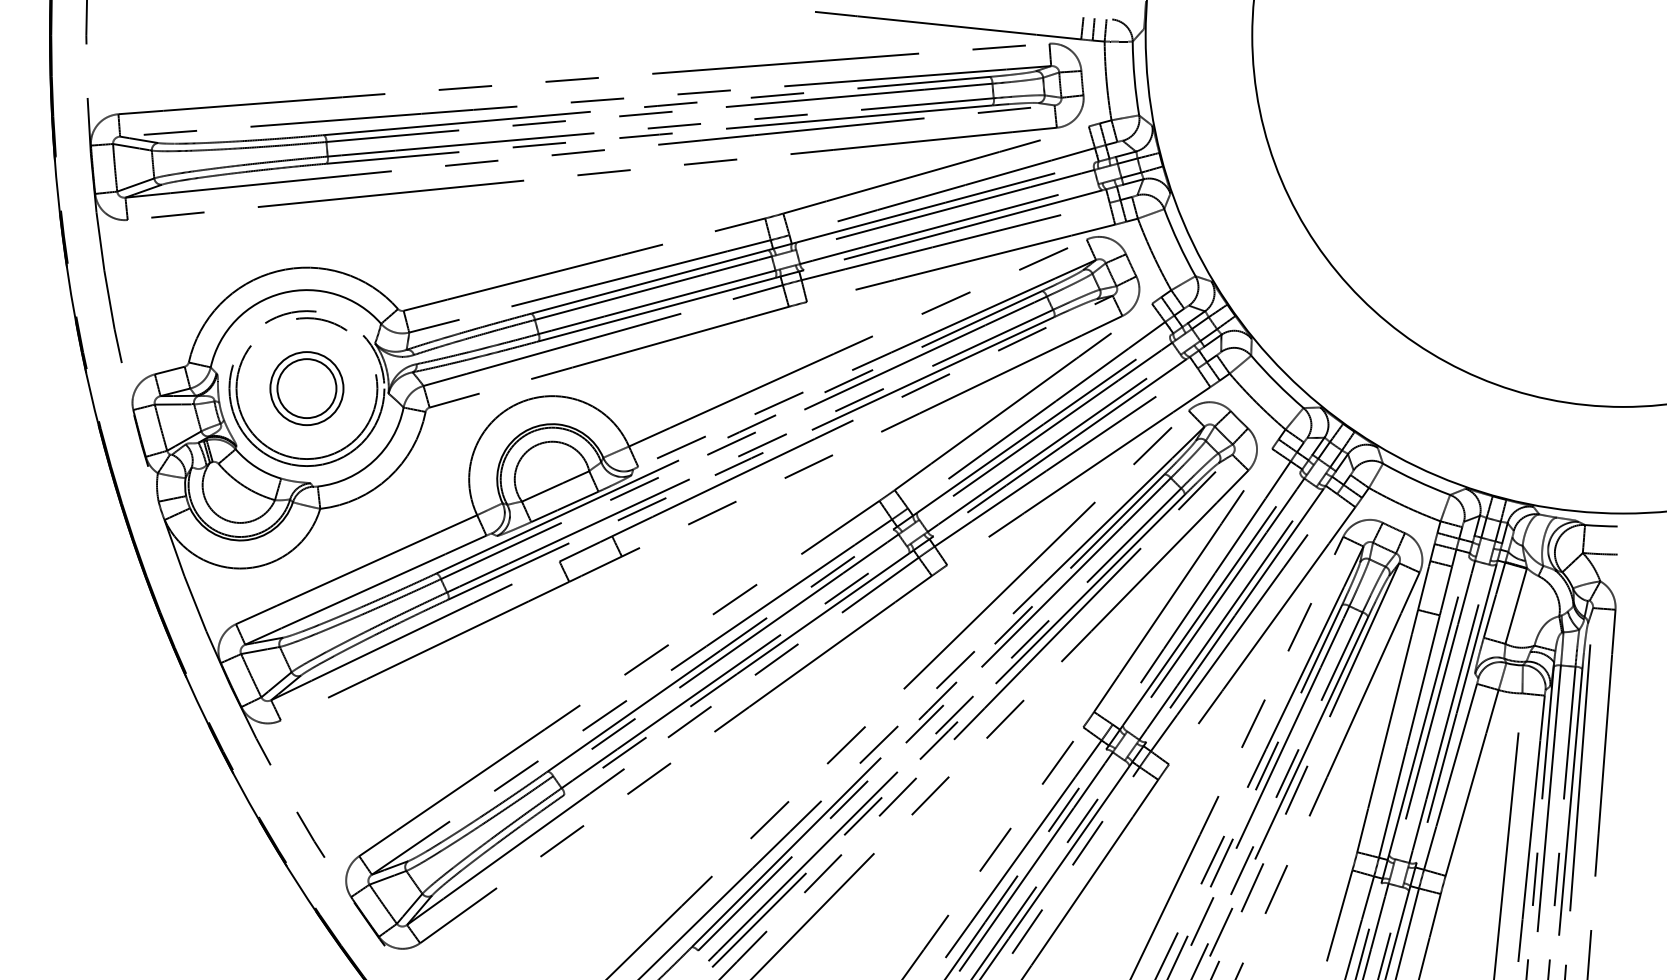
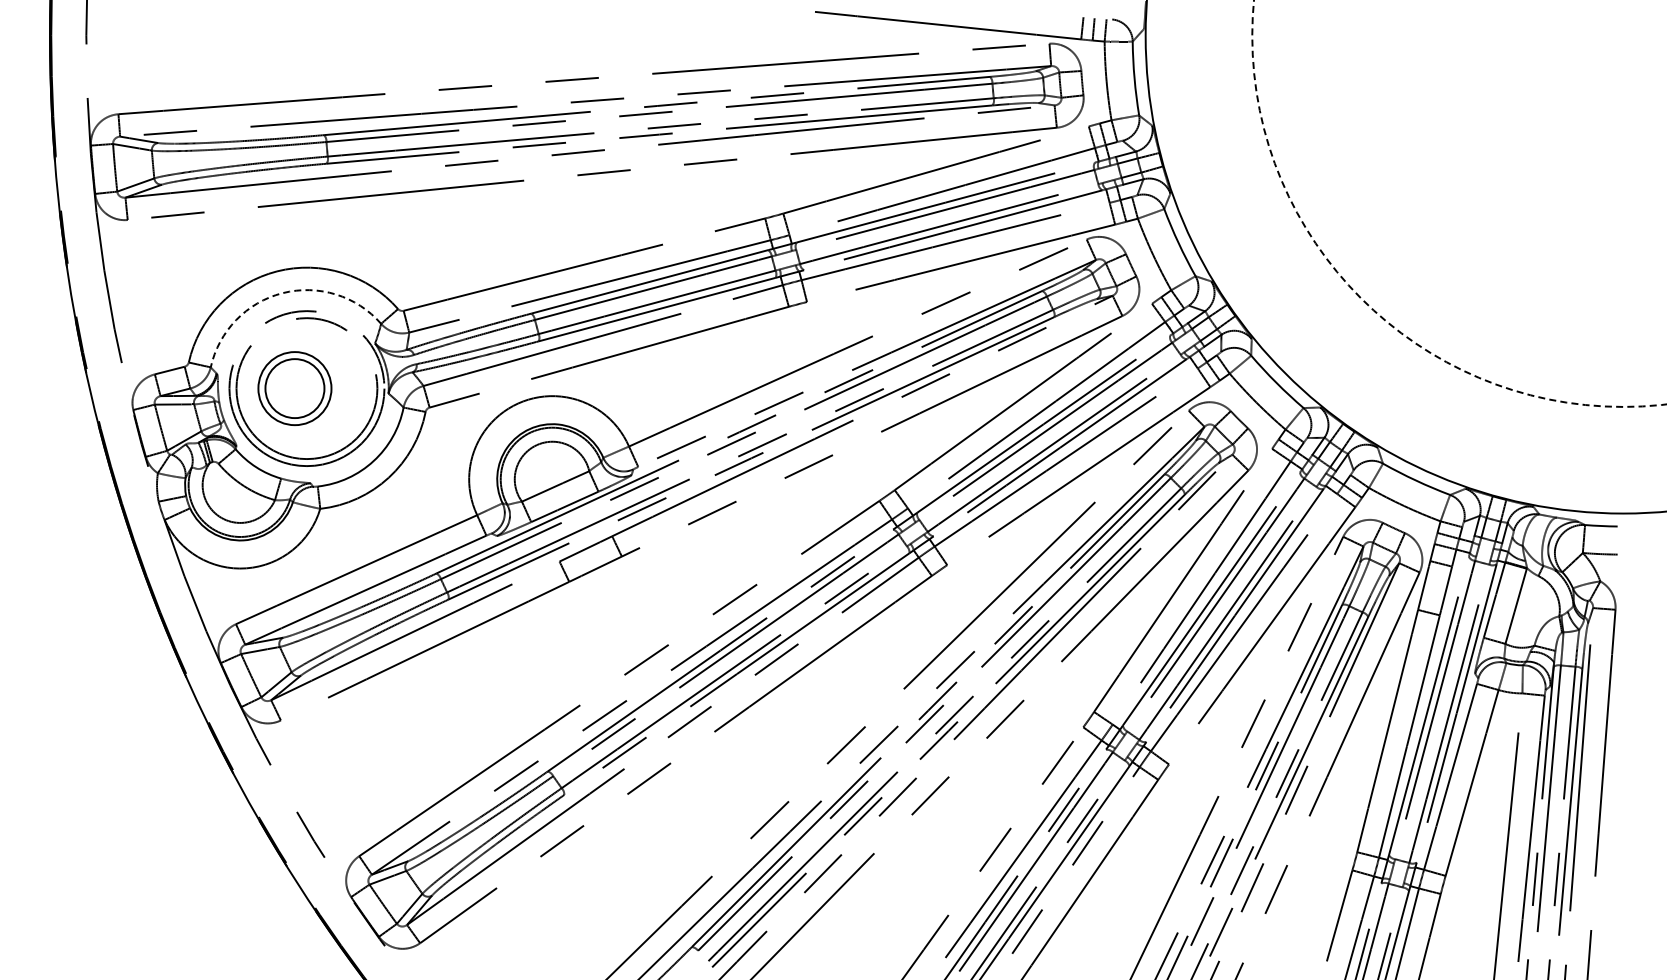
circle at (1459, 203): solid -> dashed
arc at (282, 293): solid -> dashed
part at (306, 388) position: (306, 388) -> (294, 388)
